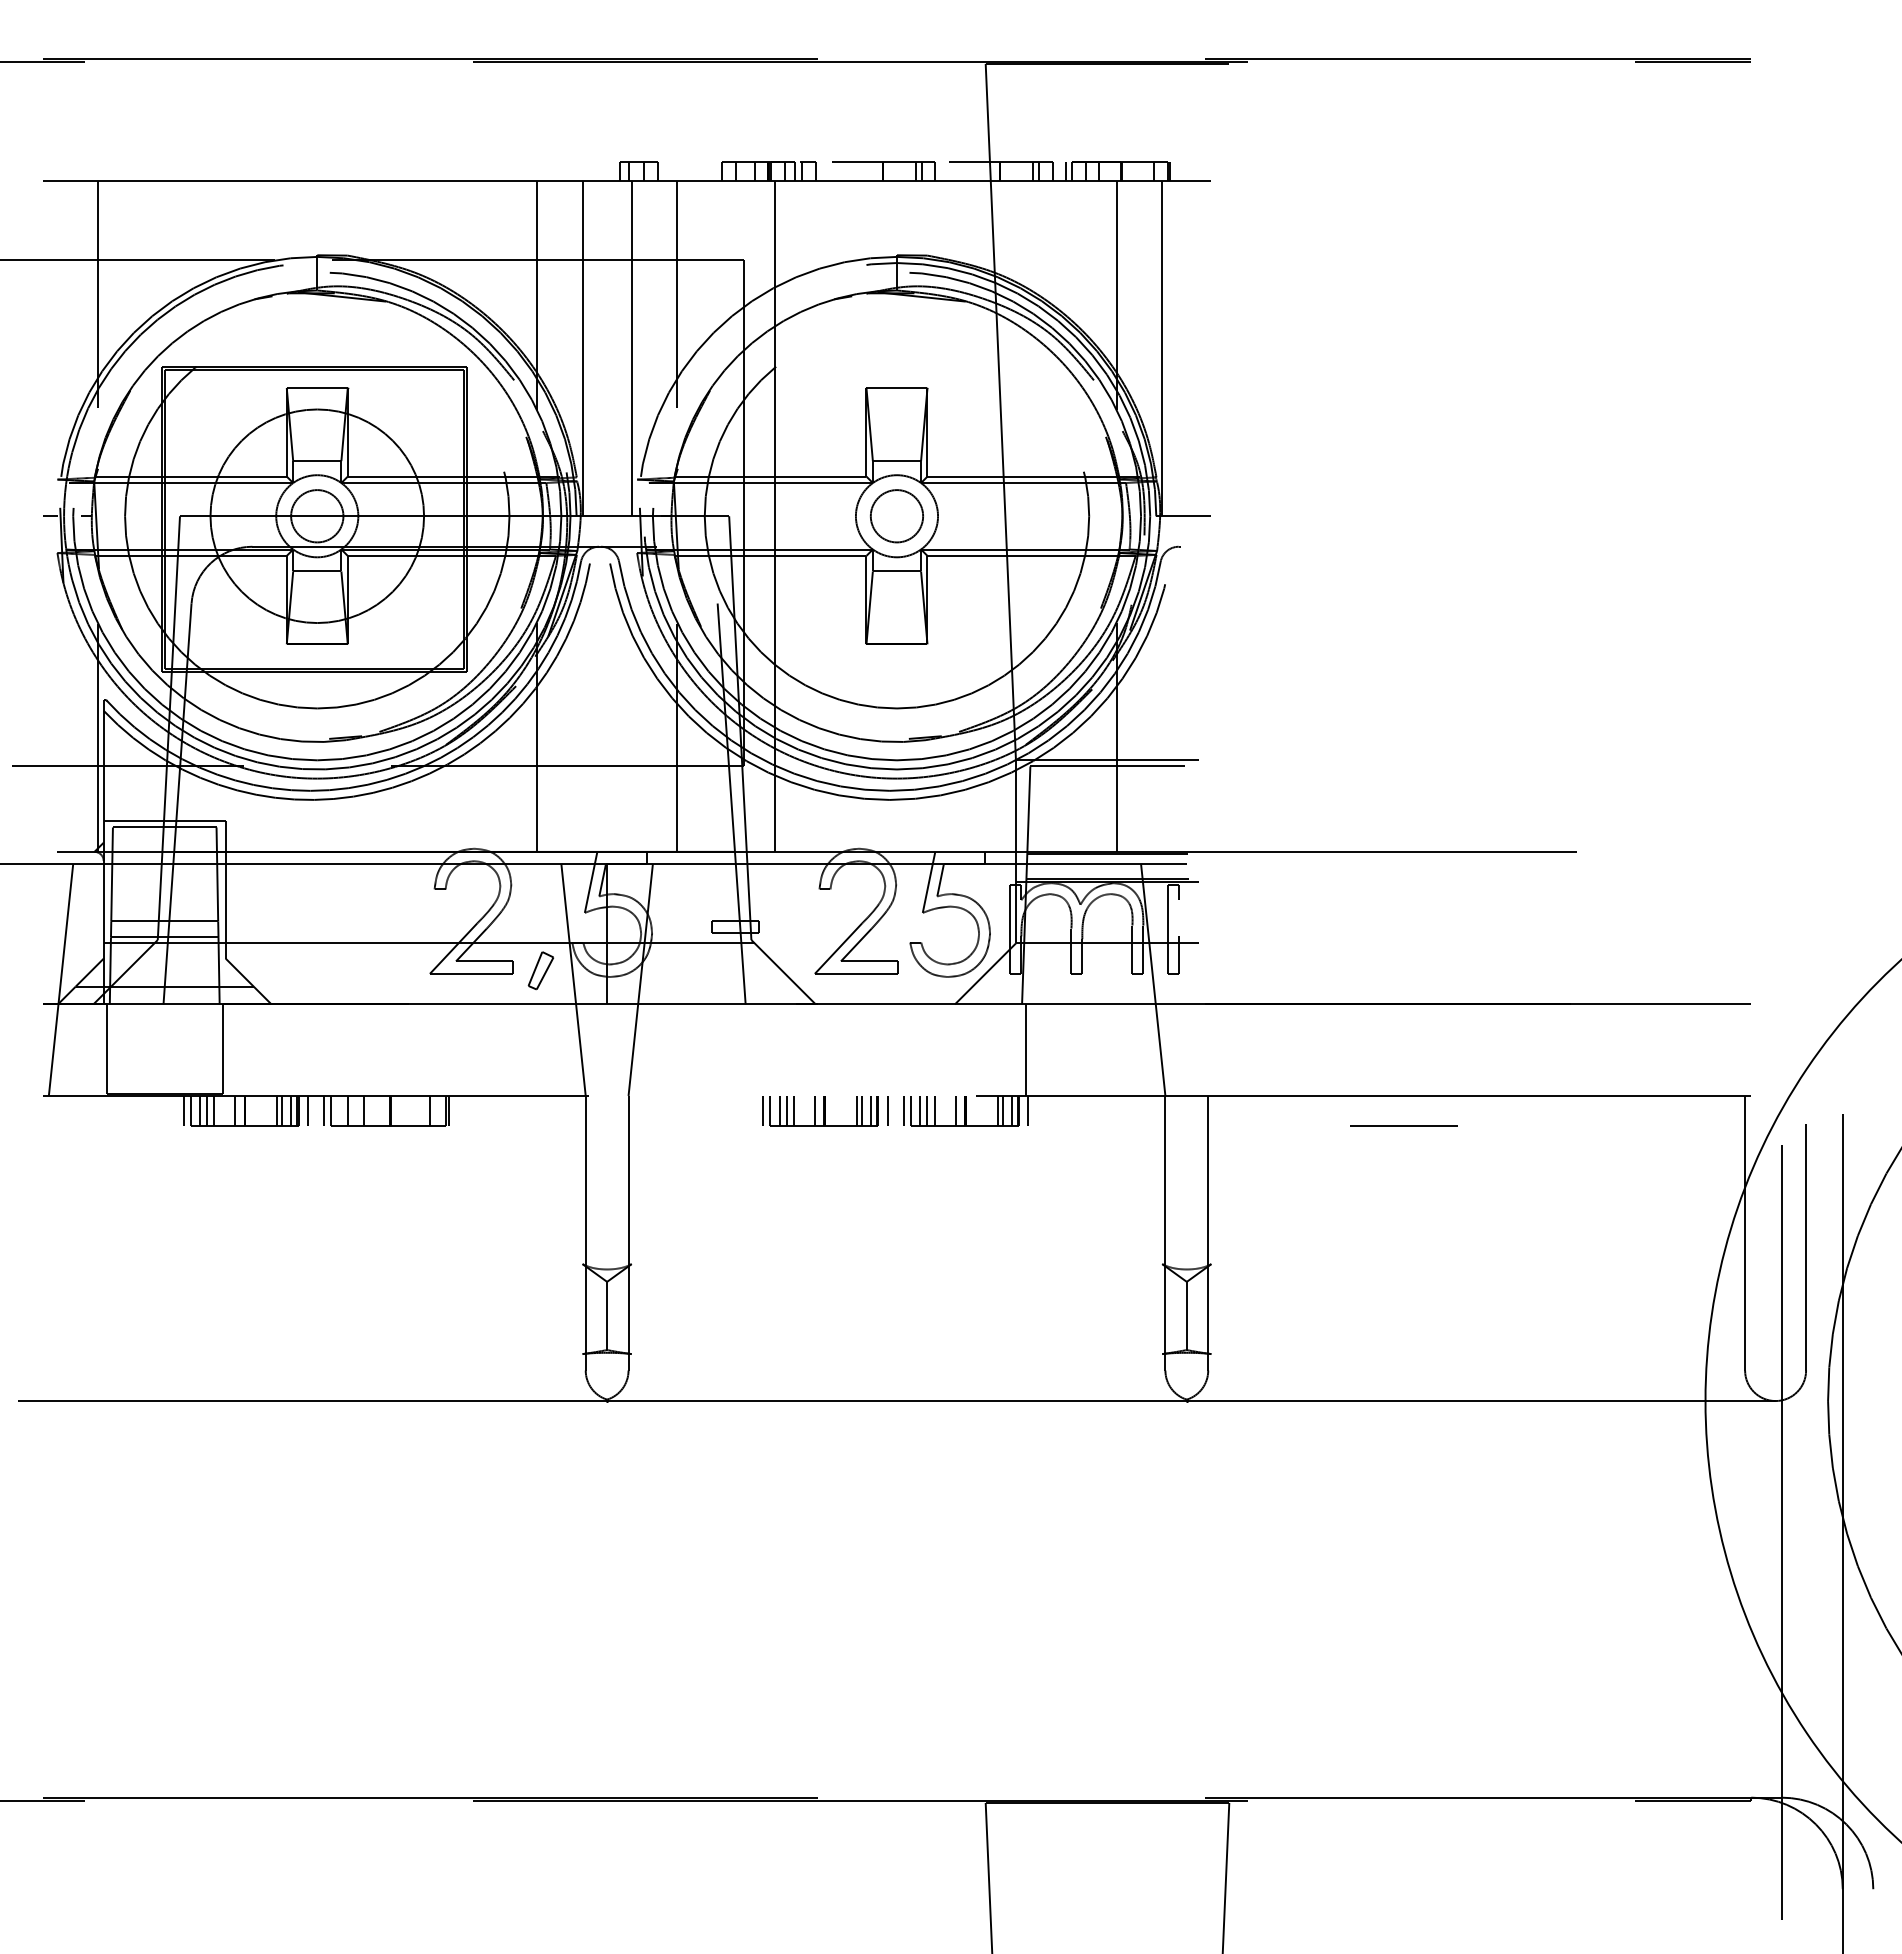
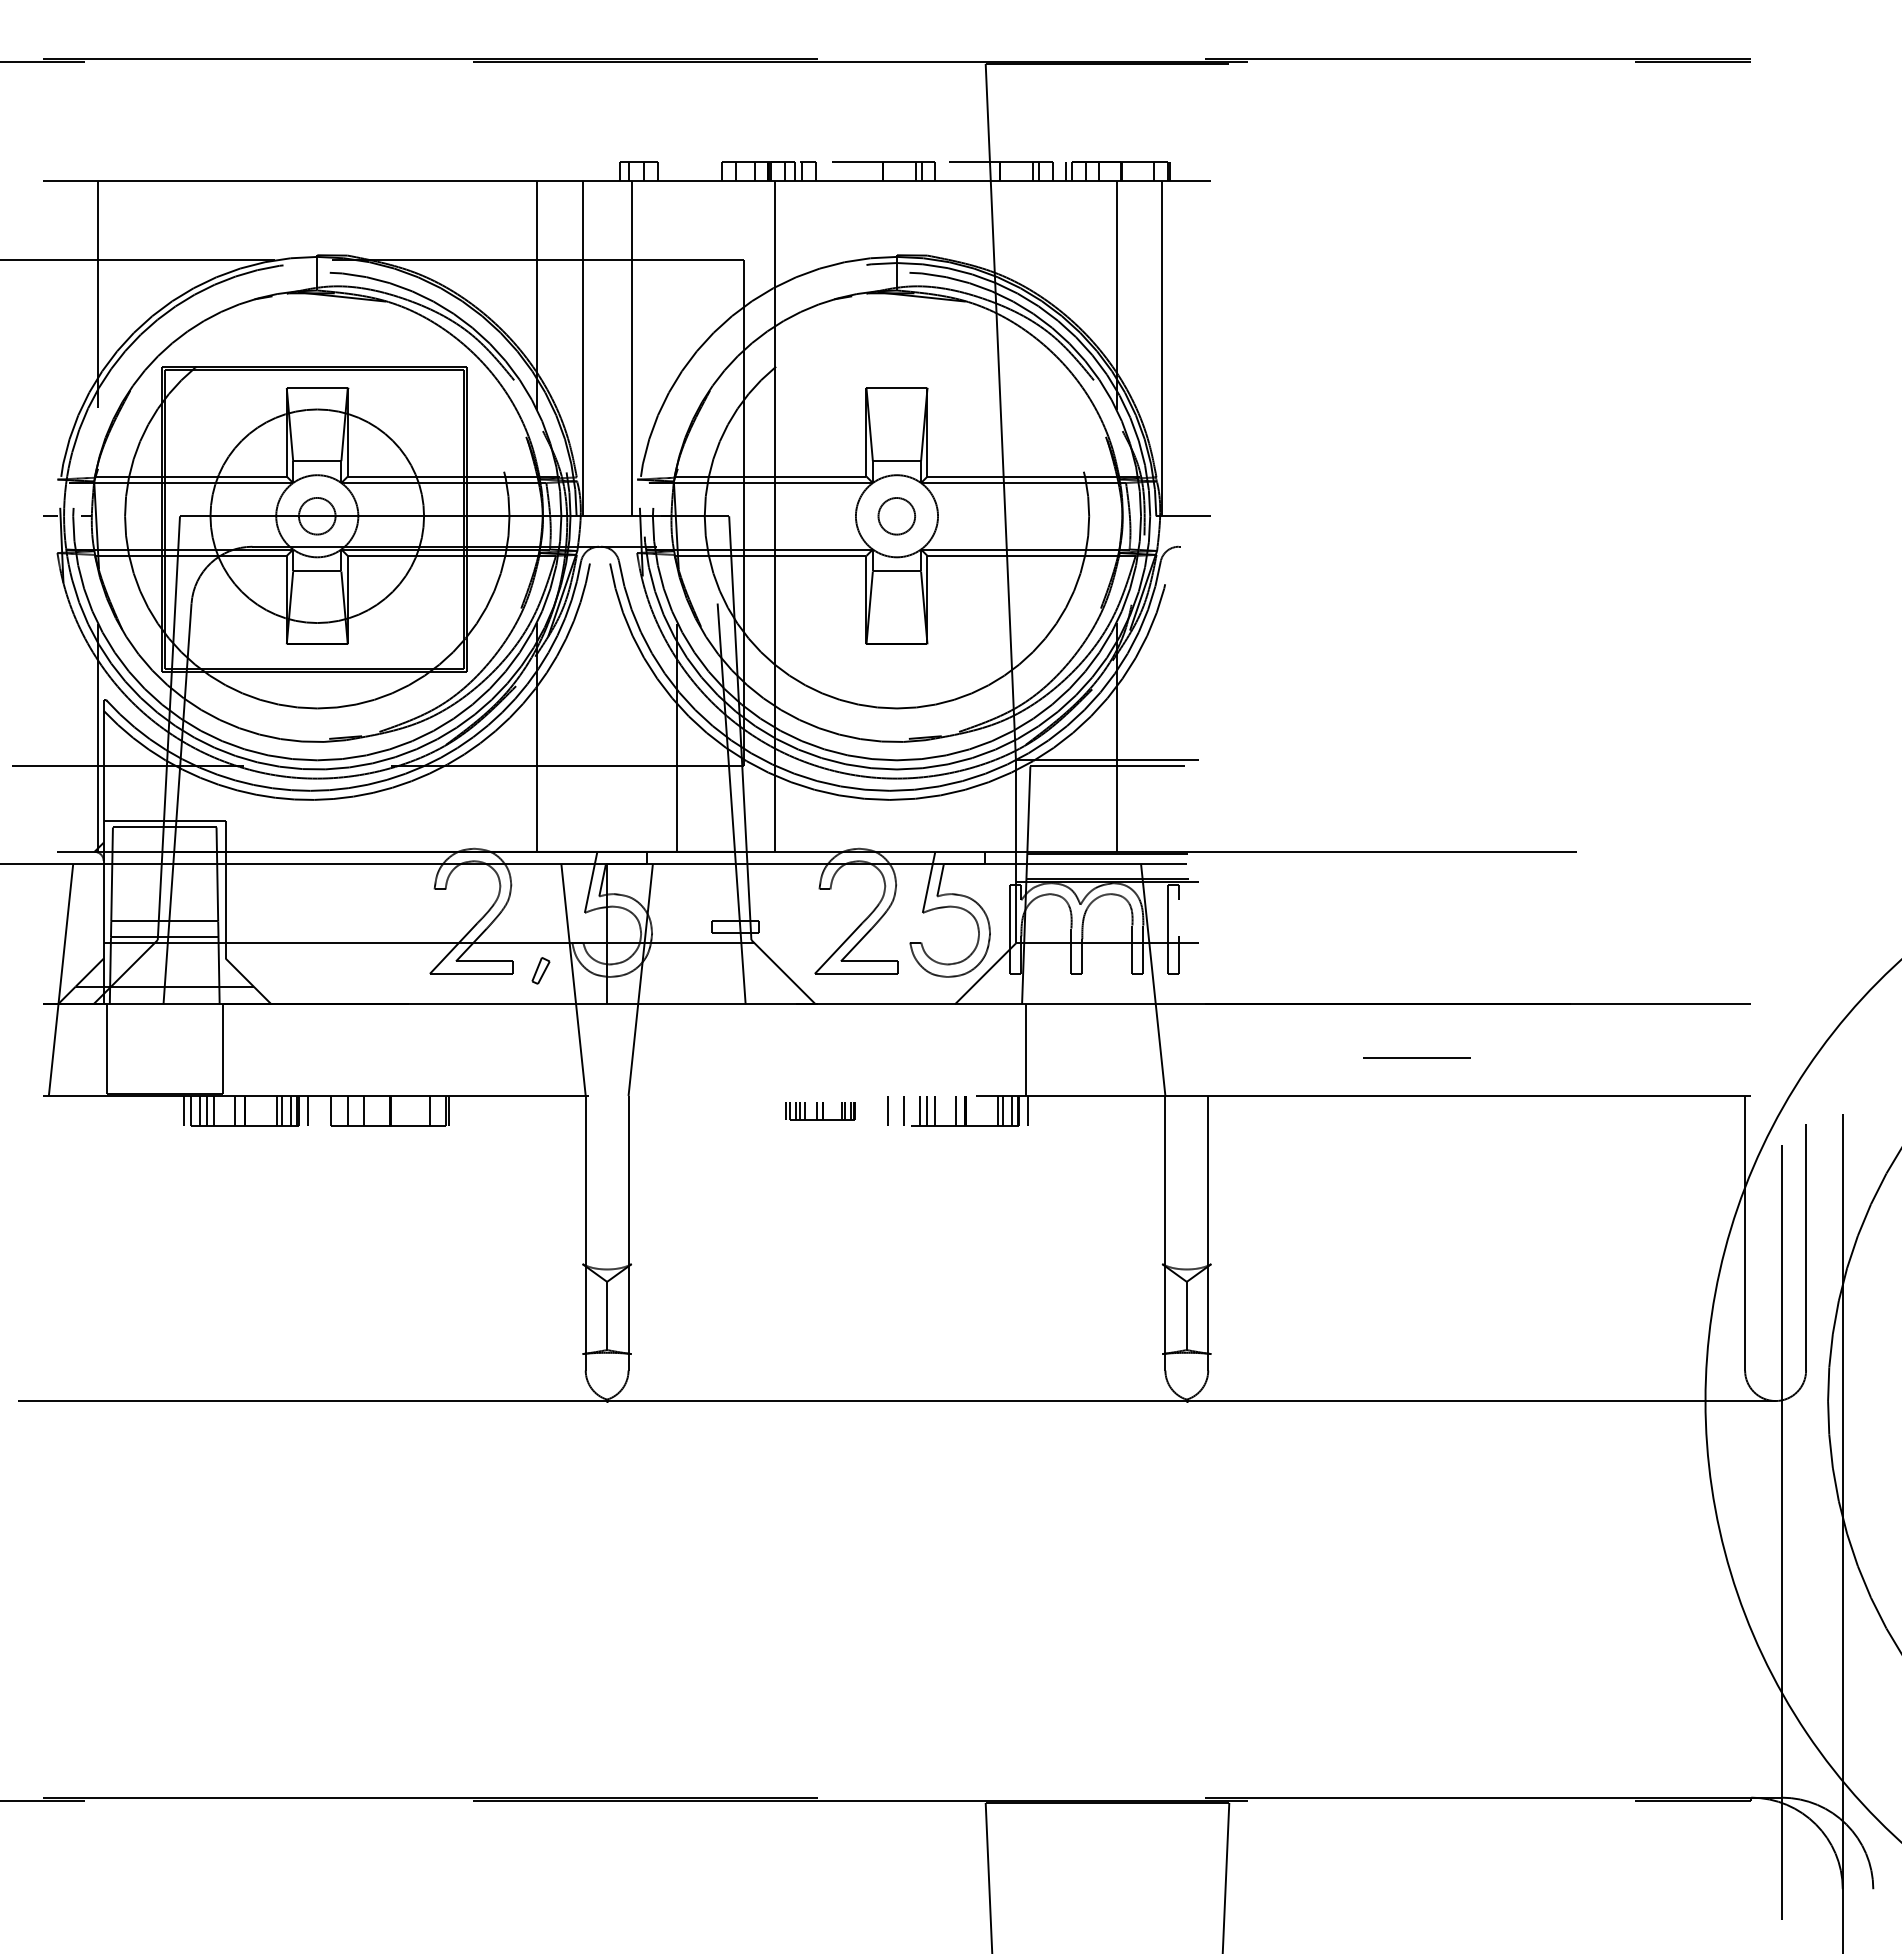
line at (677, 294): present -> none
circle at (317, 516) diameter: 52 px -> 37 px
circle at (896, 516) size: 55x55 px -> 39x39 px
part at (540, 970) size: 28x40 px -> 20x28 px
line at (324, 1110): present -> none
line at (911, 1110): present -> none
part at (820, 1111) size: 117x31 px -> 71x19 px
line at (1403, 1125) position: (1403, 1125) -> (1416, 1057)
